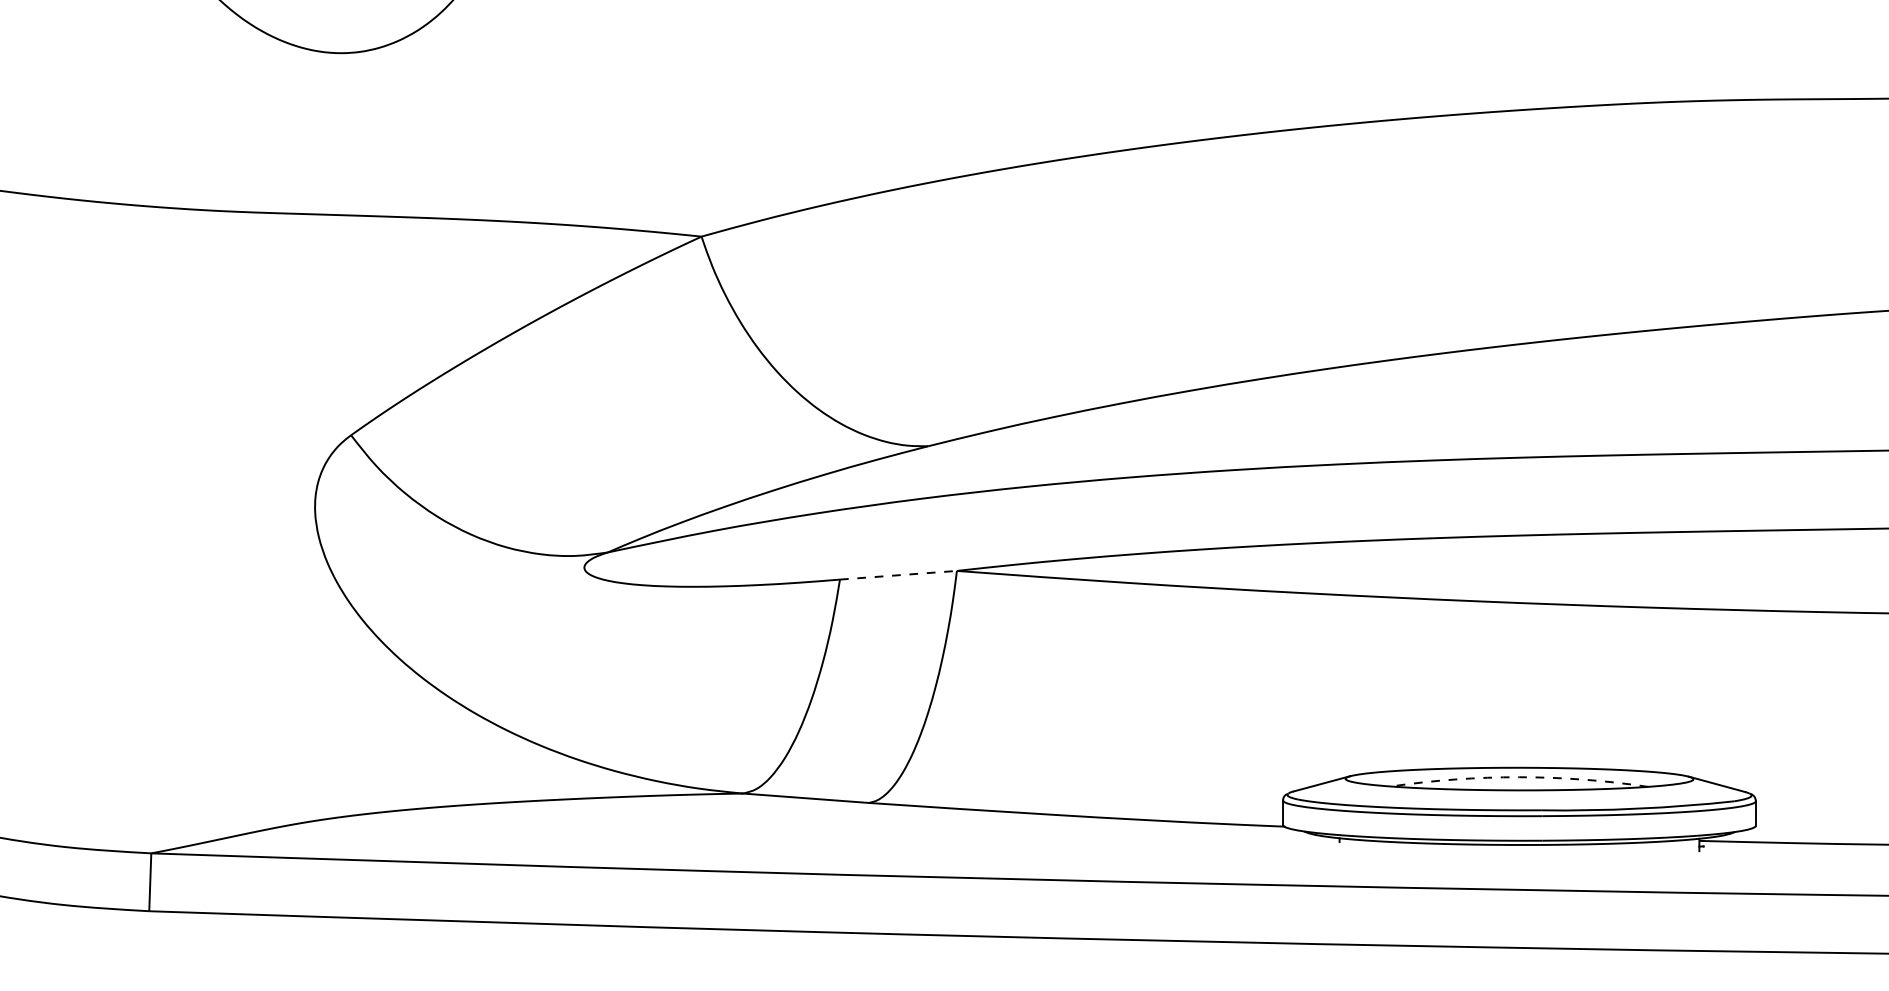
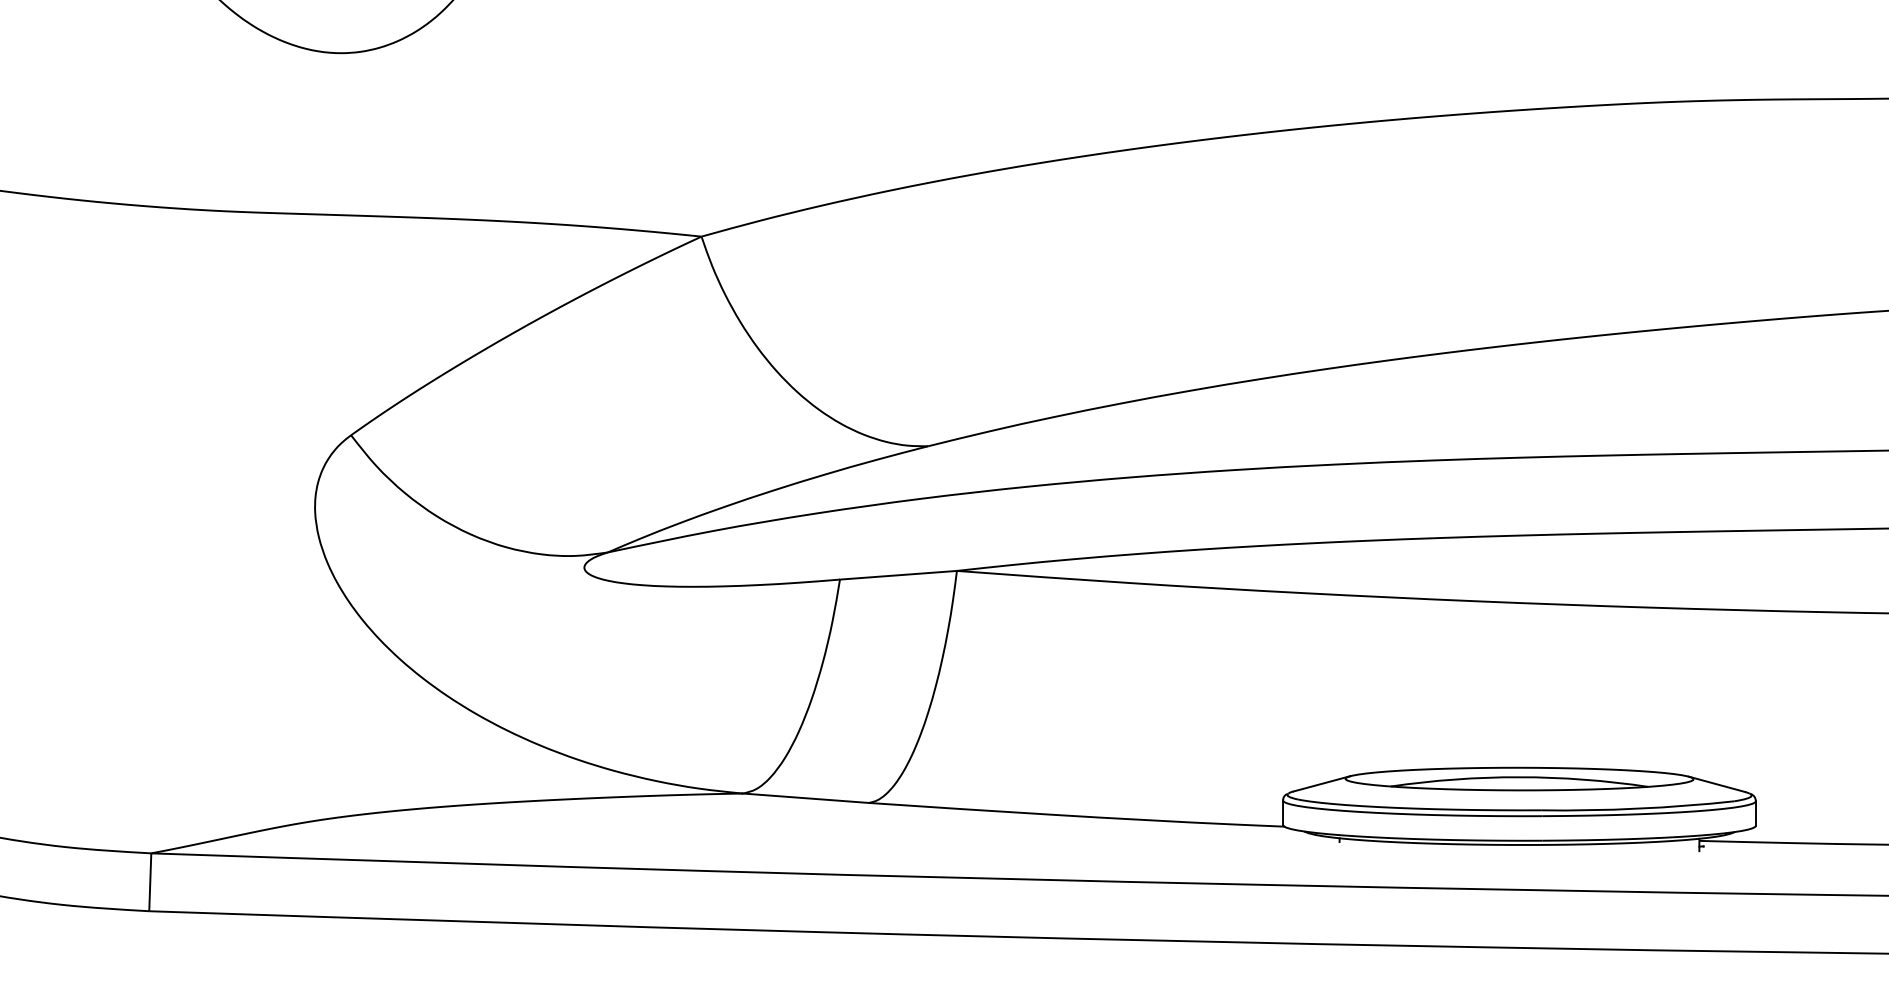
line at (898, 575): dashed -> solid
arc at (1519, 777): dashed -> solid
